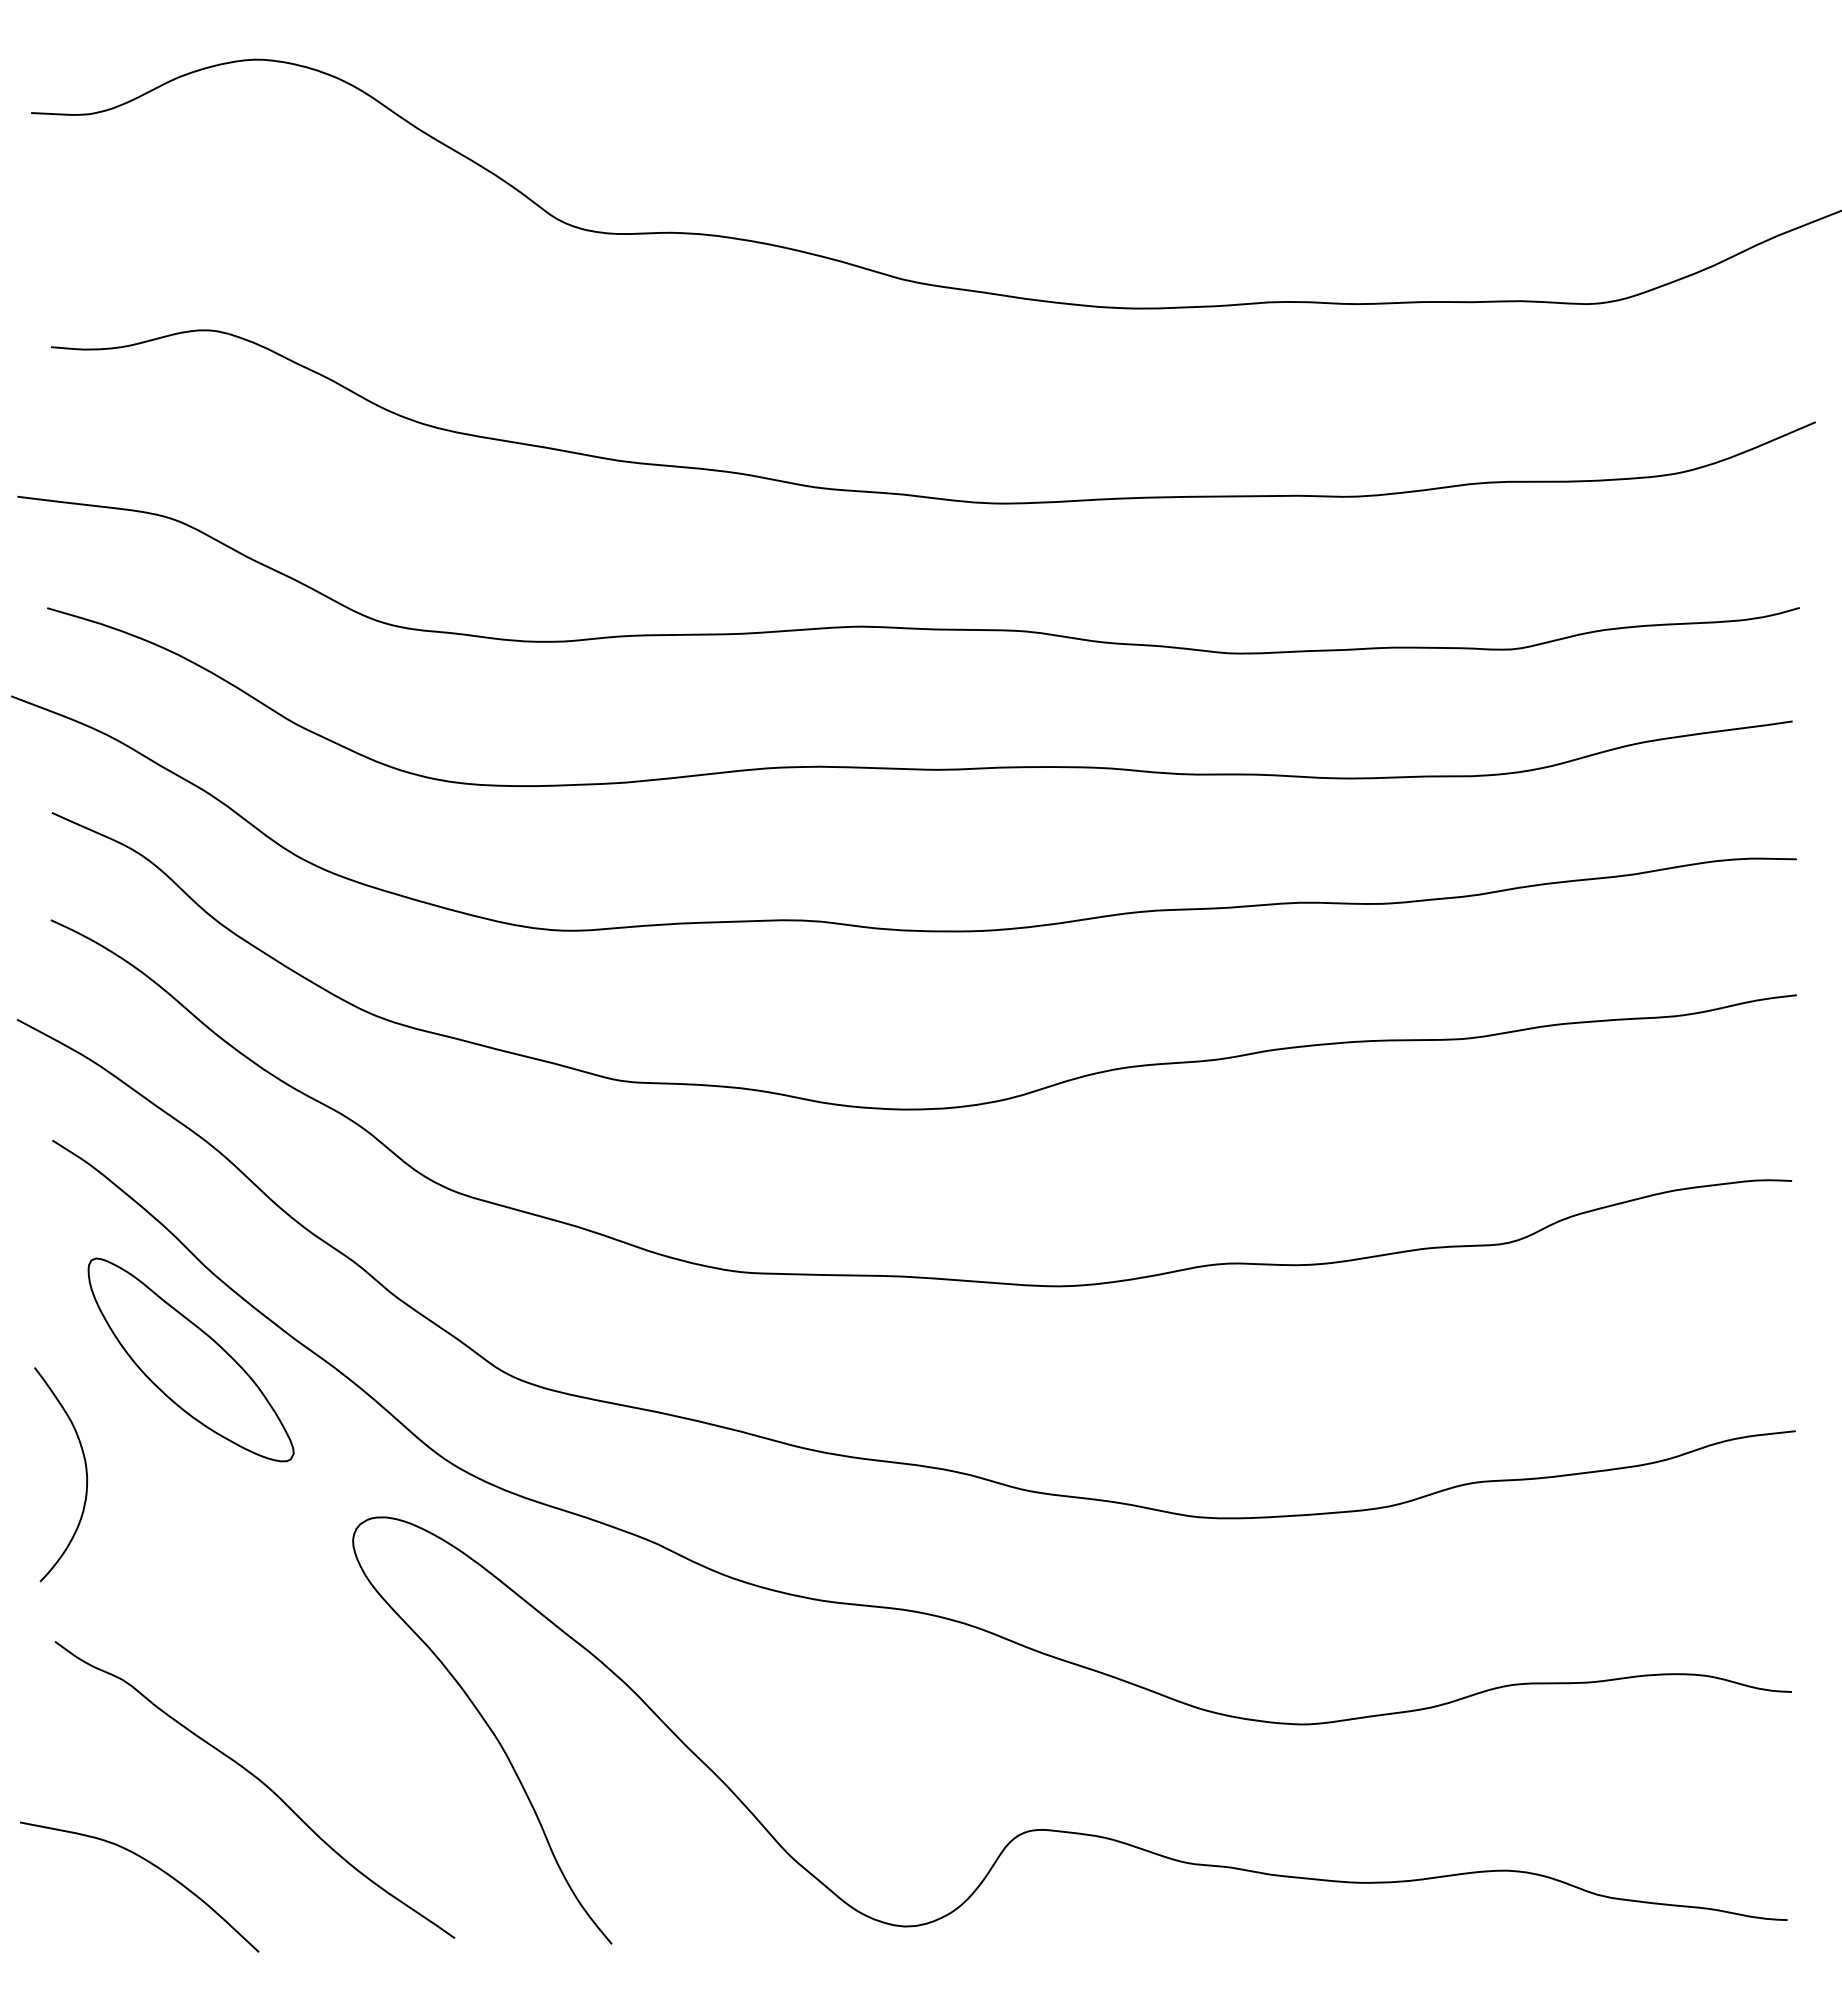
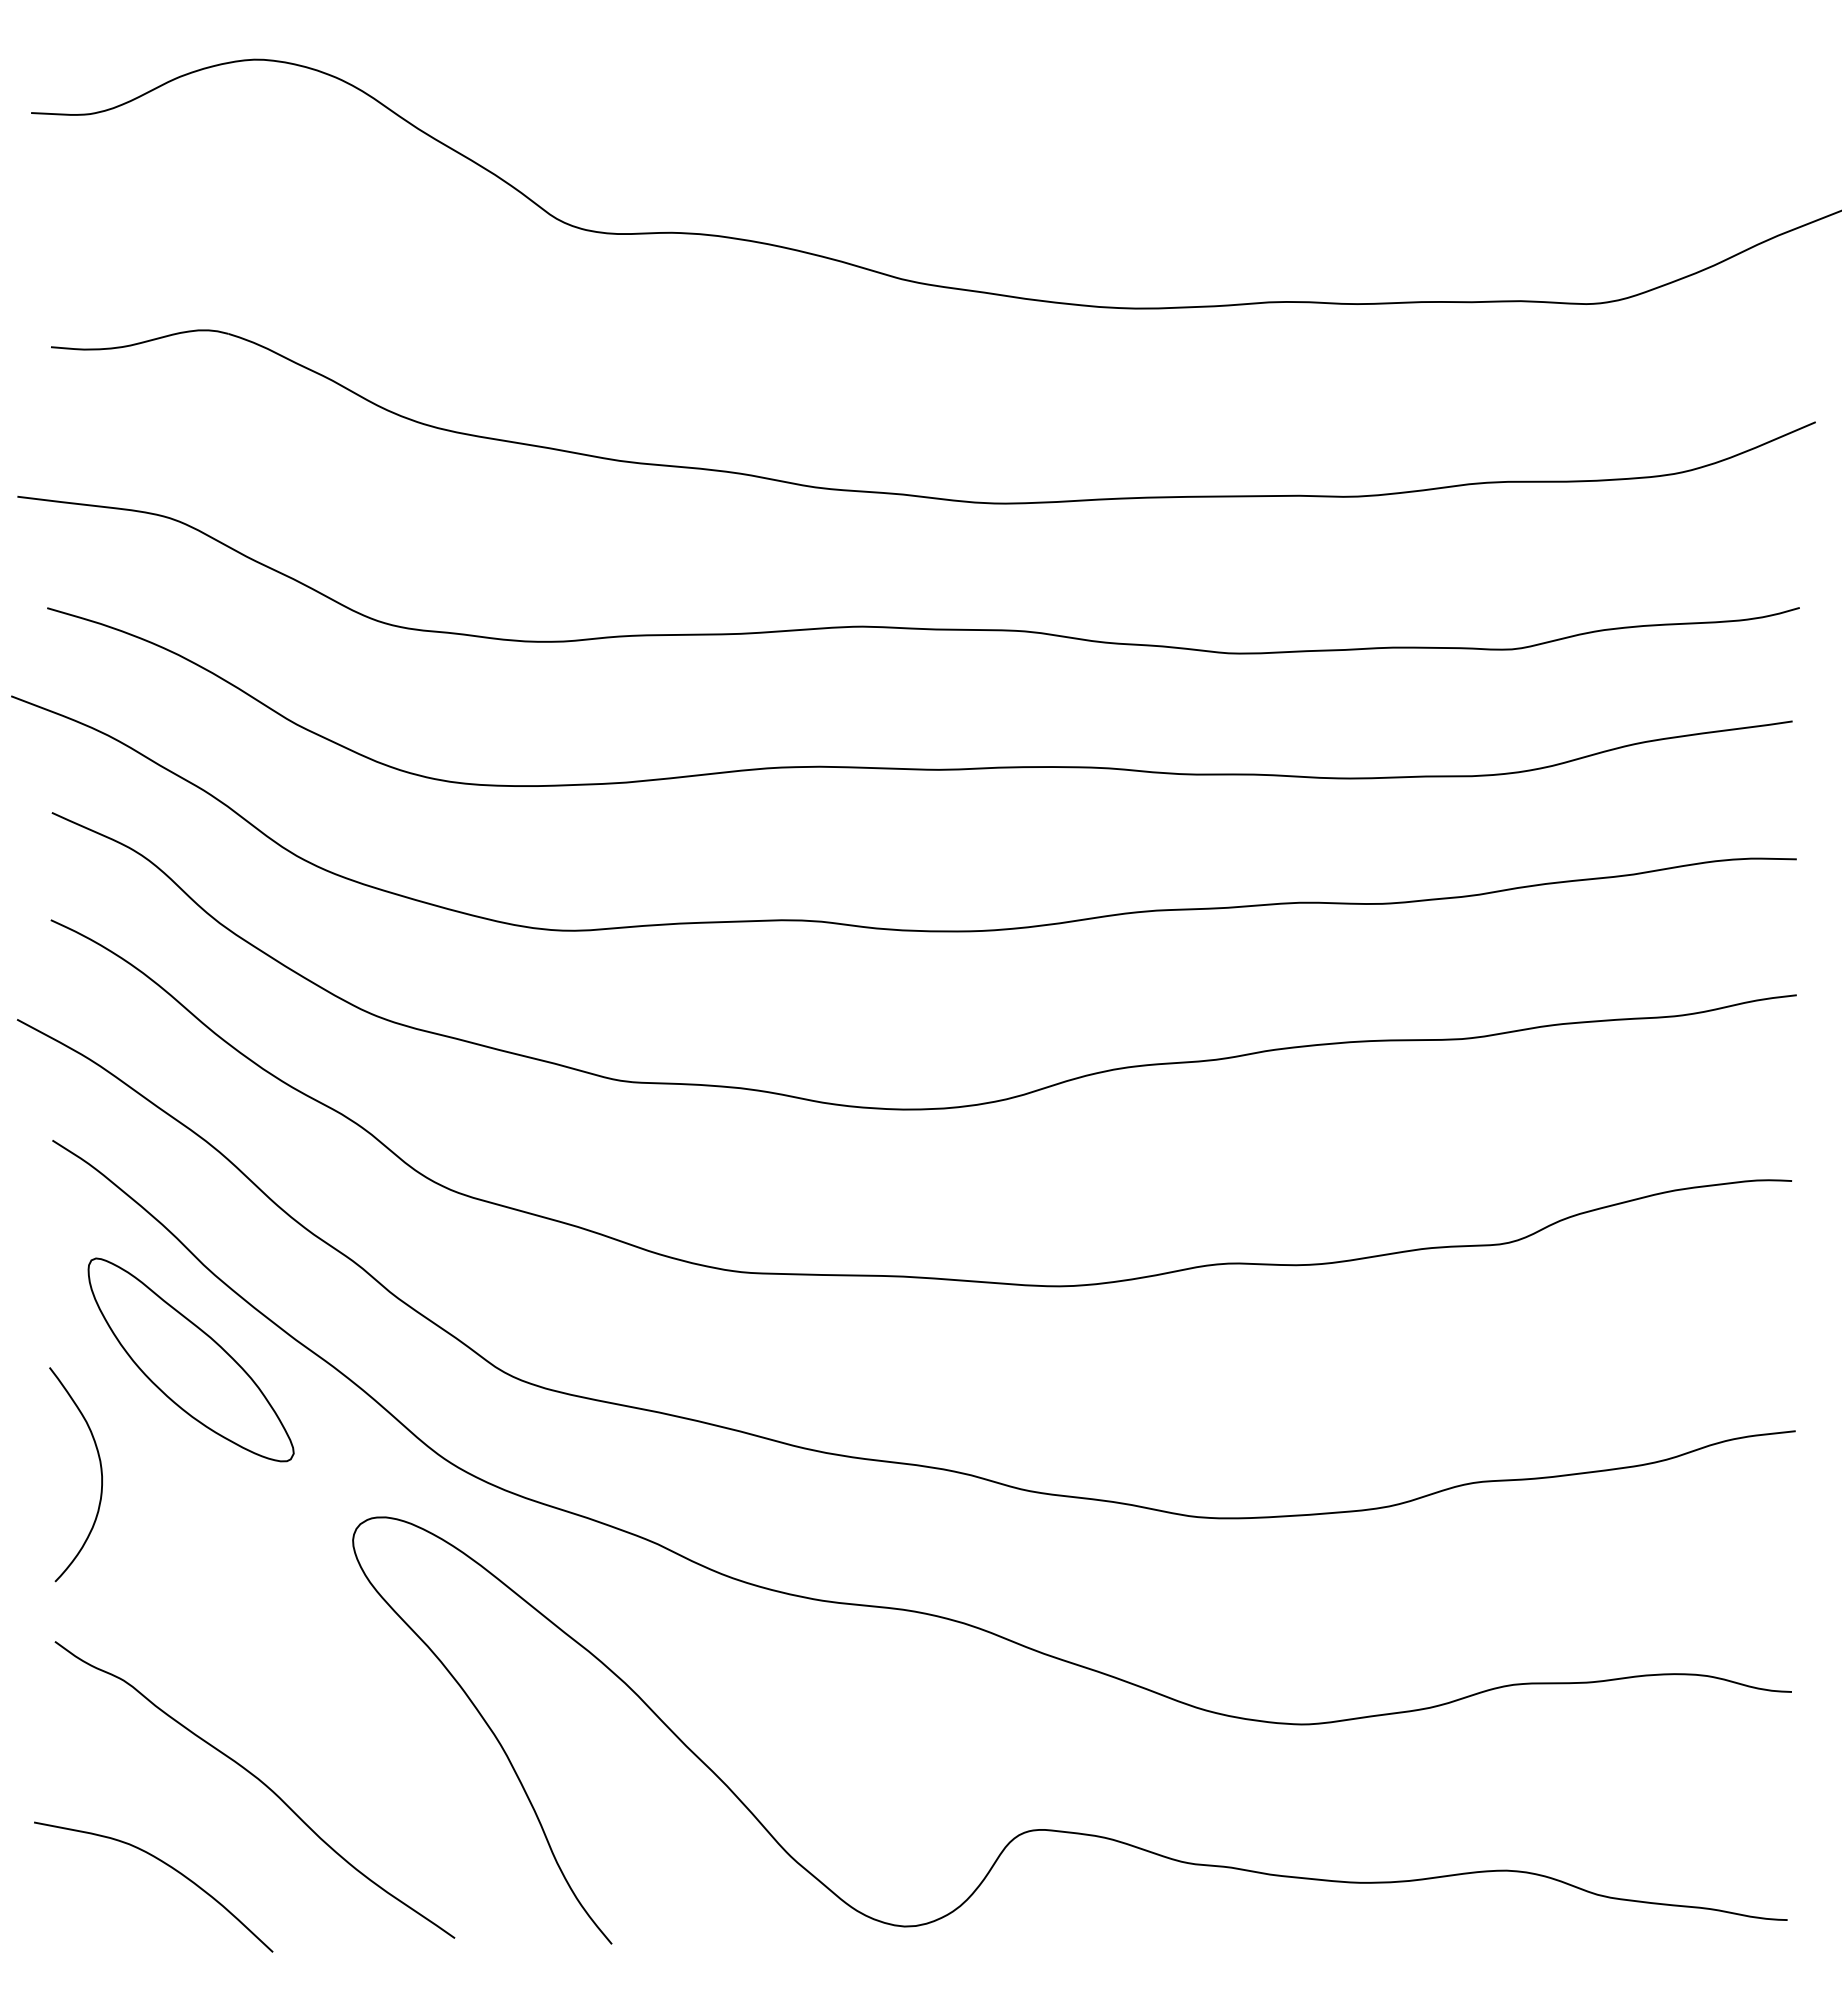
curve at (85, 1472) position: (85, 1472) -> (100, 1472)
curve at (152, 1865) position: (152, 1865) -> (166, 1865)
